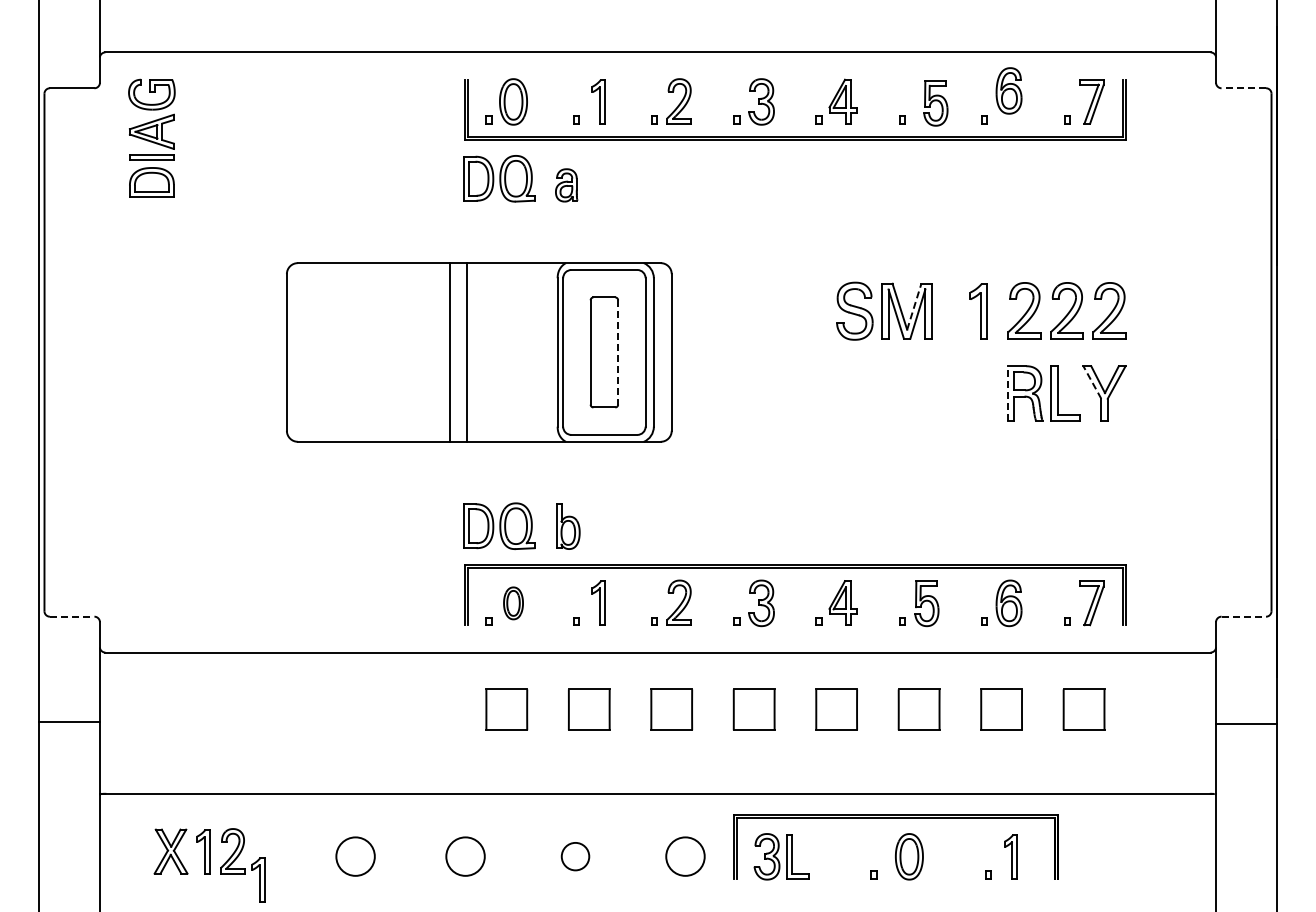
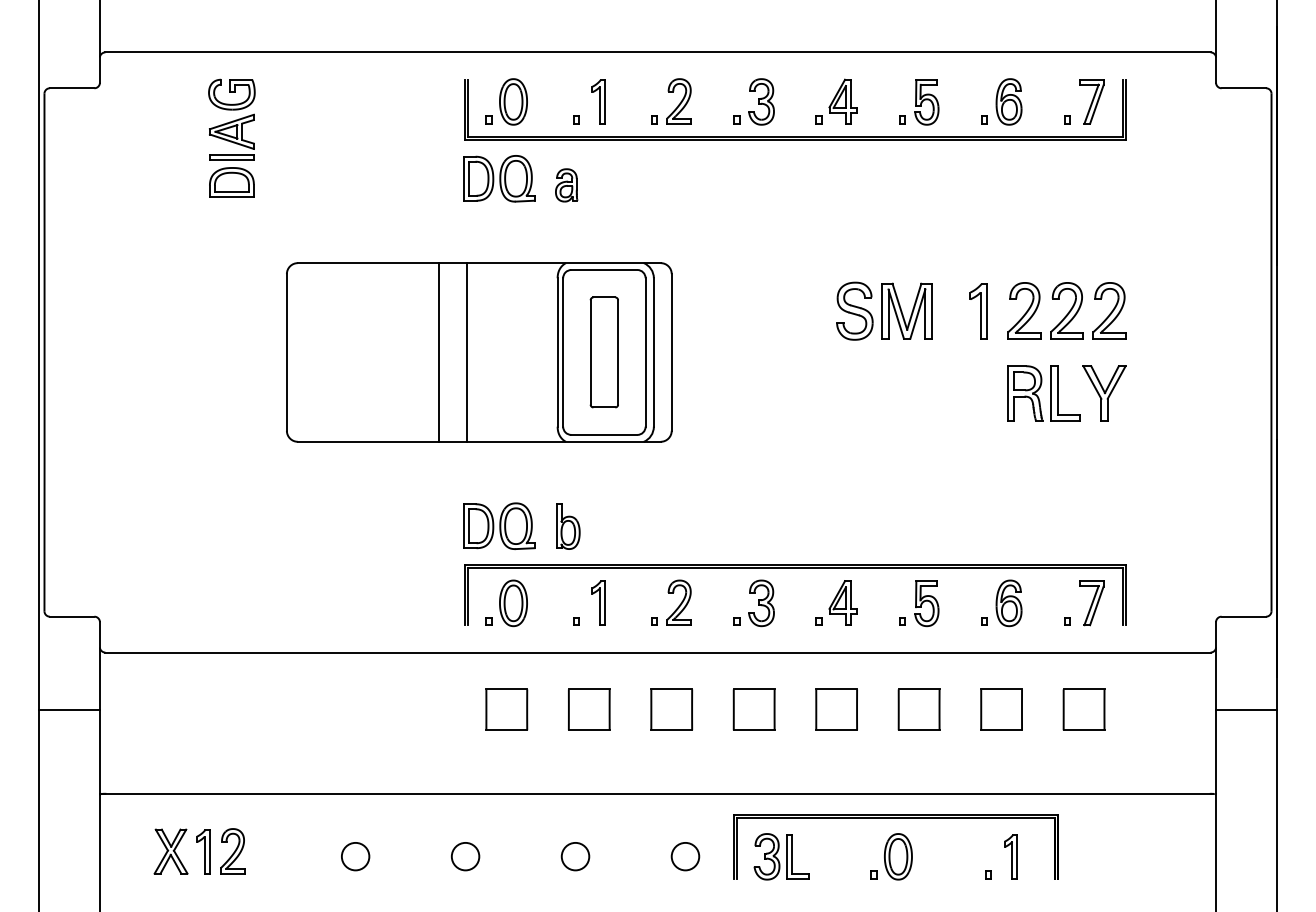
line at (1243, 88): dashed -> solid
part at (1008, 90) position: (1008, 90) -> (1008, 101)
part at (935, 103) position: (935, 103) -> (926, 102)
part at (151, 137) position: (151, 137) -> (231, 137)
line at (914, 306): dashed -> solid
line at (450, 352) position: (450, 352) -> (439, 352)
line at (618, 352): dashed -> solid
line at (1092, 382): dashed -> solid
line at (1007, 393): dashed -> solid
part at (513, 603) size: 21x35 px -> 29x49 px
line at (72, 616): dashed -> solid
line at (1244, 616): dashed -> solid
line at (69, 721) position: (69, 721) -> (69, 709)
line at (1246, 723) position: (1246, 723) -> (1246, 709)
circle at (355, 856) diameter: 38 px -> 27 px
circle at (465, 856) diameter: 38 px -> 27 px
circle at (685, 856) diameter: 38 px -> 27 px
part at (909, 856) position: (909, 856) -> (898, 856)
part at (258, 879): present -> none
